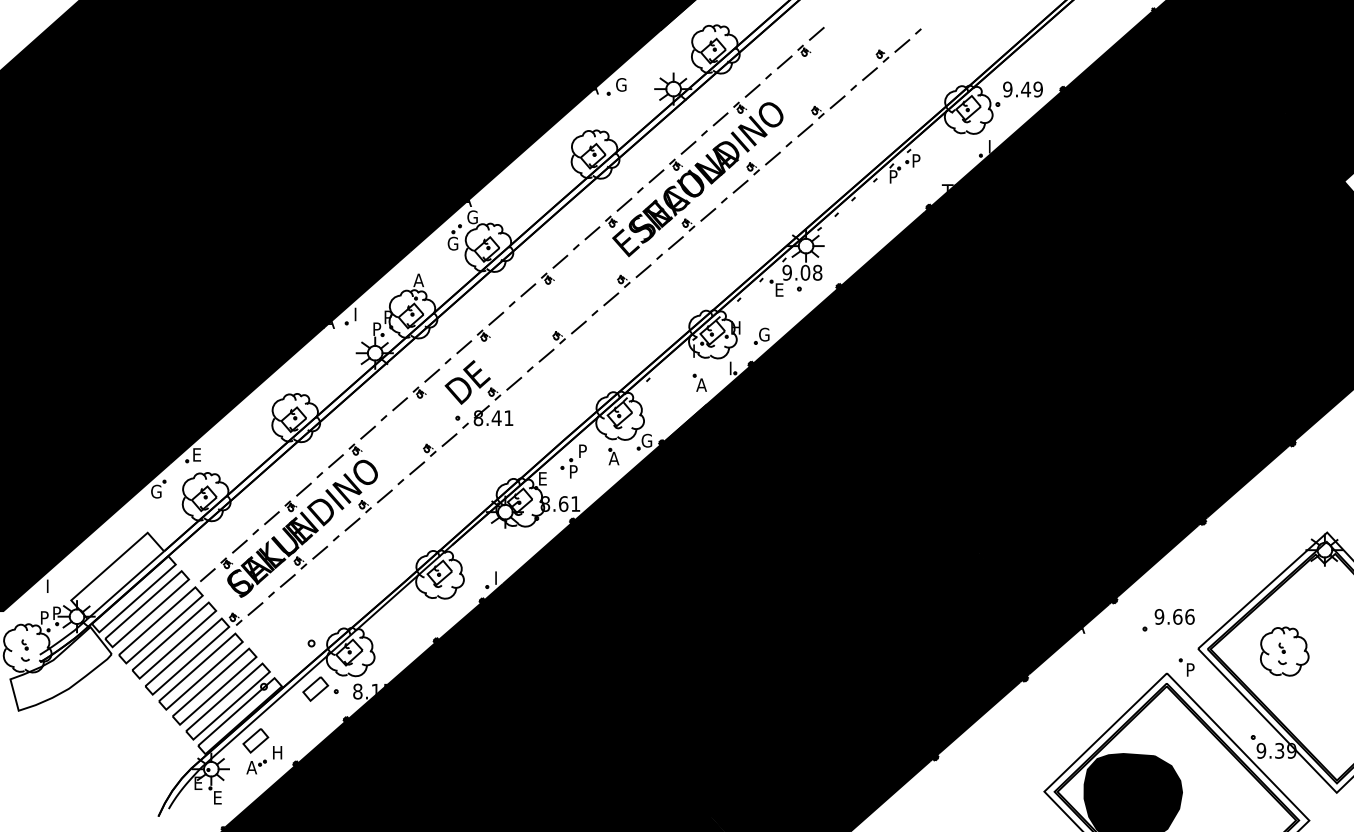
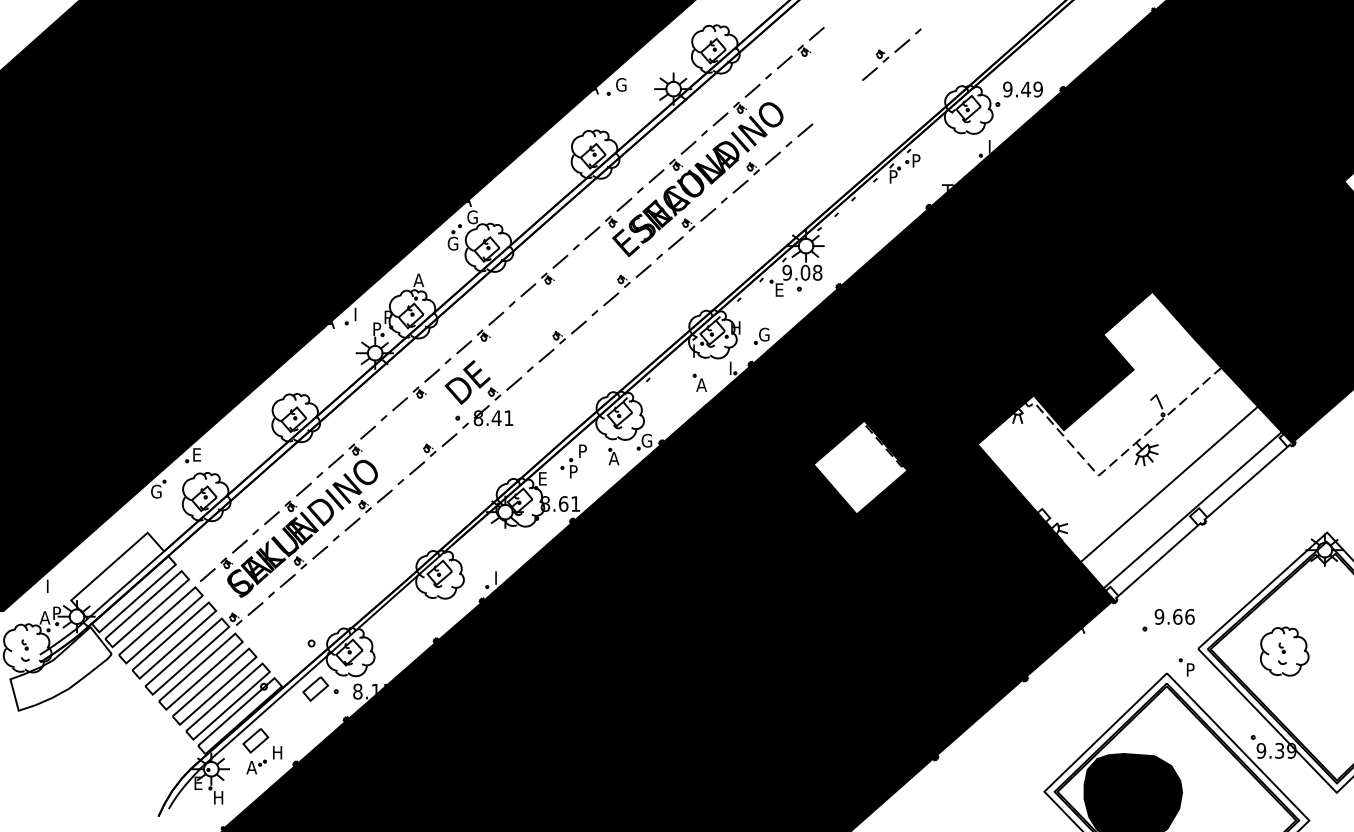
part at (833, 101): present -> none
fill at (1135, 446): present -> none
fill at (860, 467): present -> none
text at (44, 617): P -> A
text at (219, 797): E -> H
